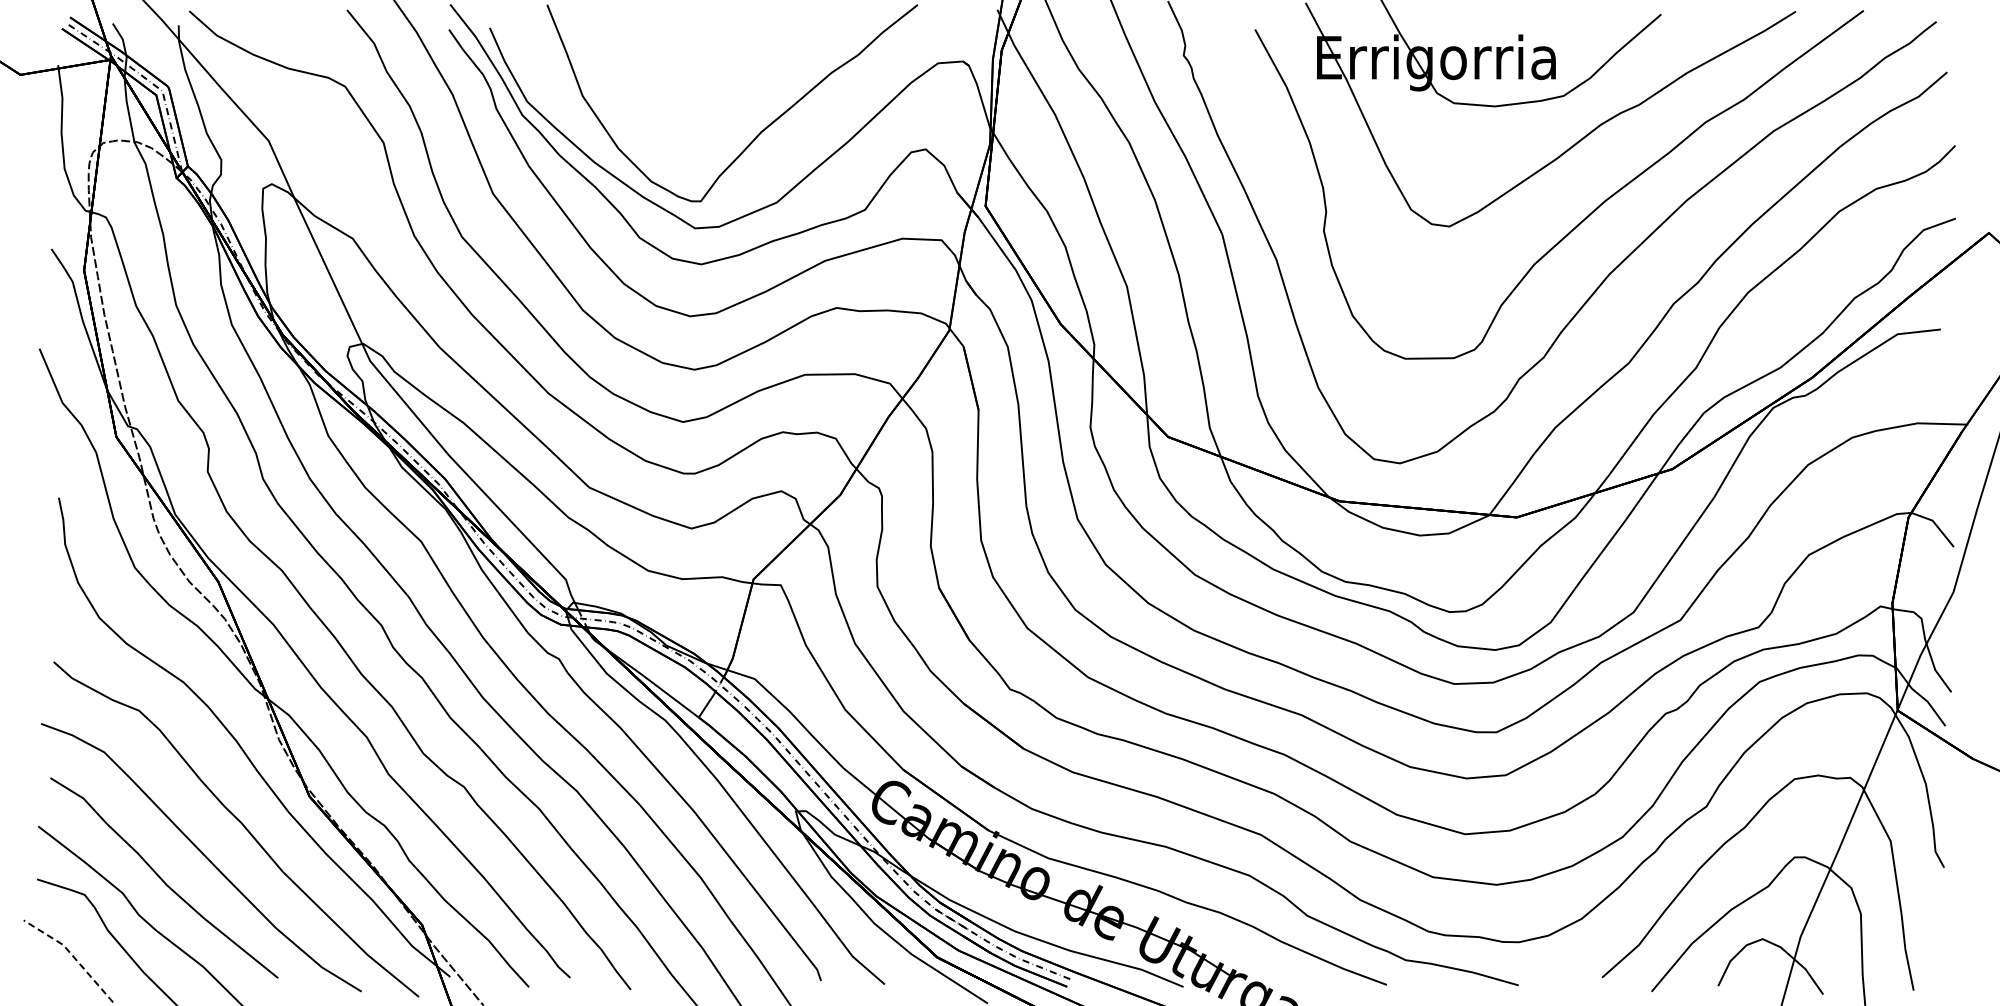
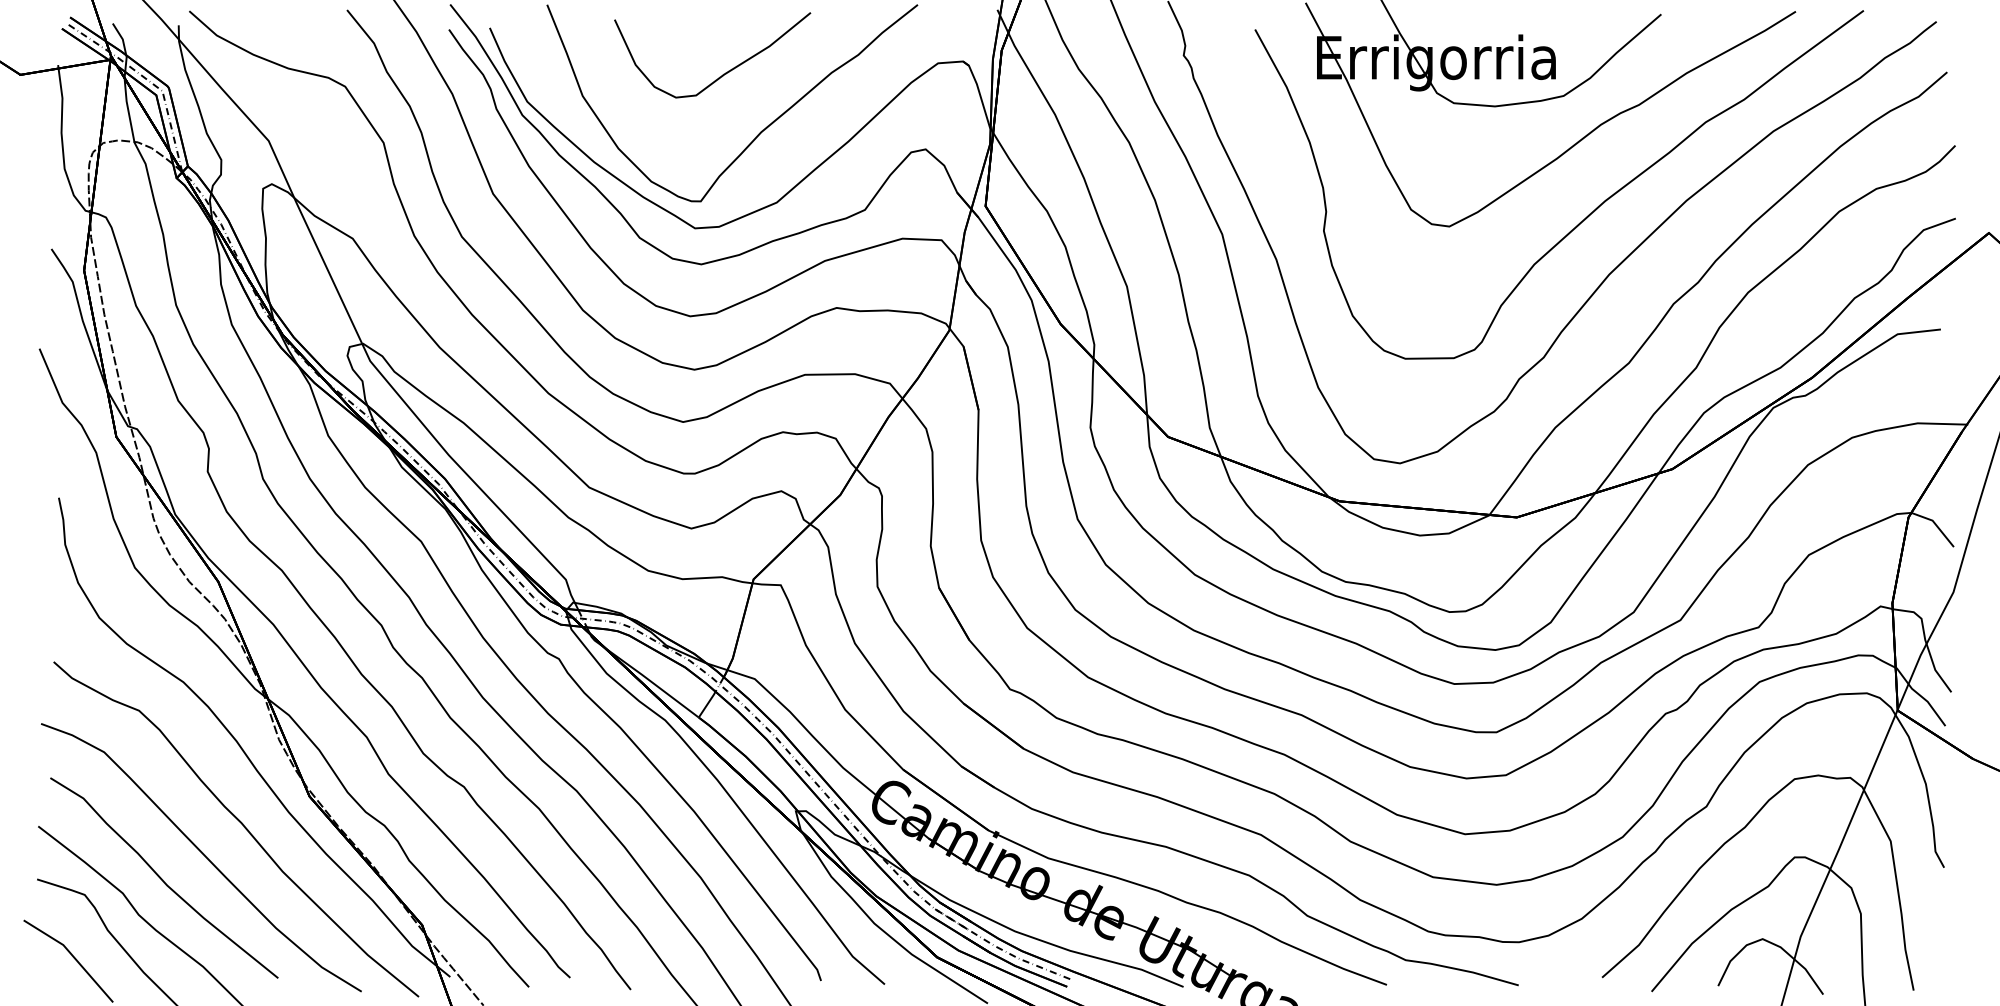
curve at (723, 73): none -> present
line at (72, 955): dashed -> solid
